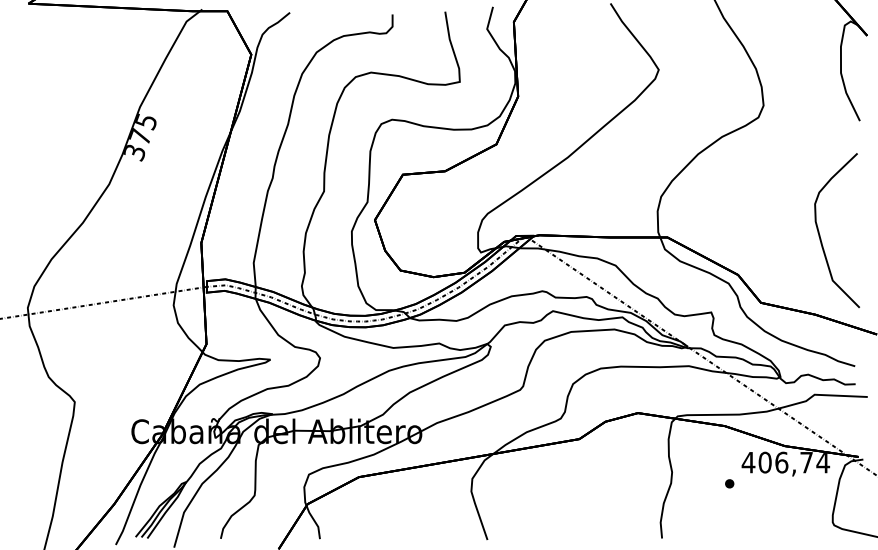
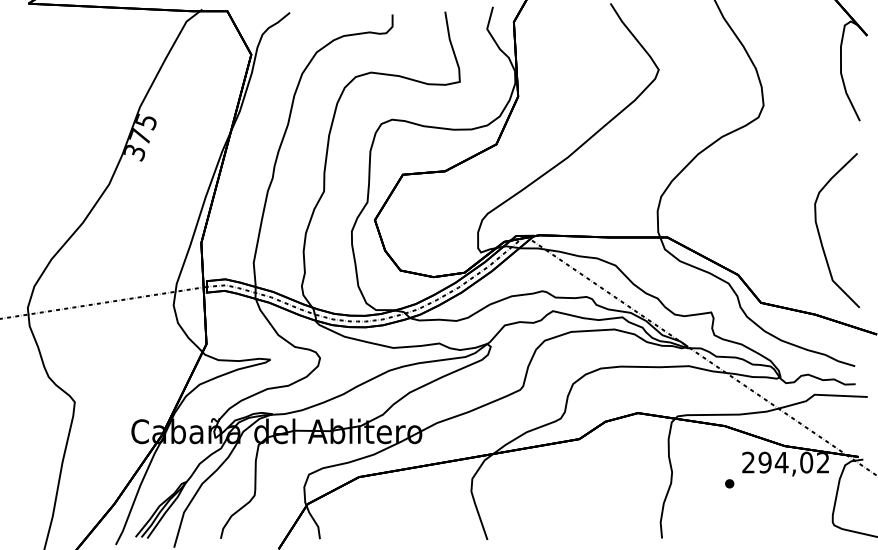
text at (785, 462): 406,74 -> 294,02
